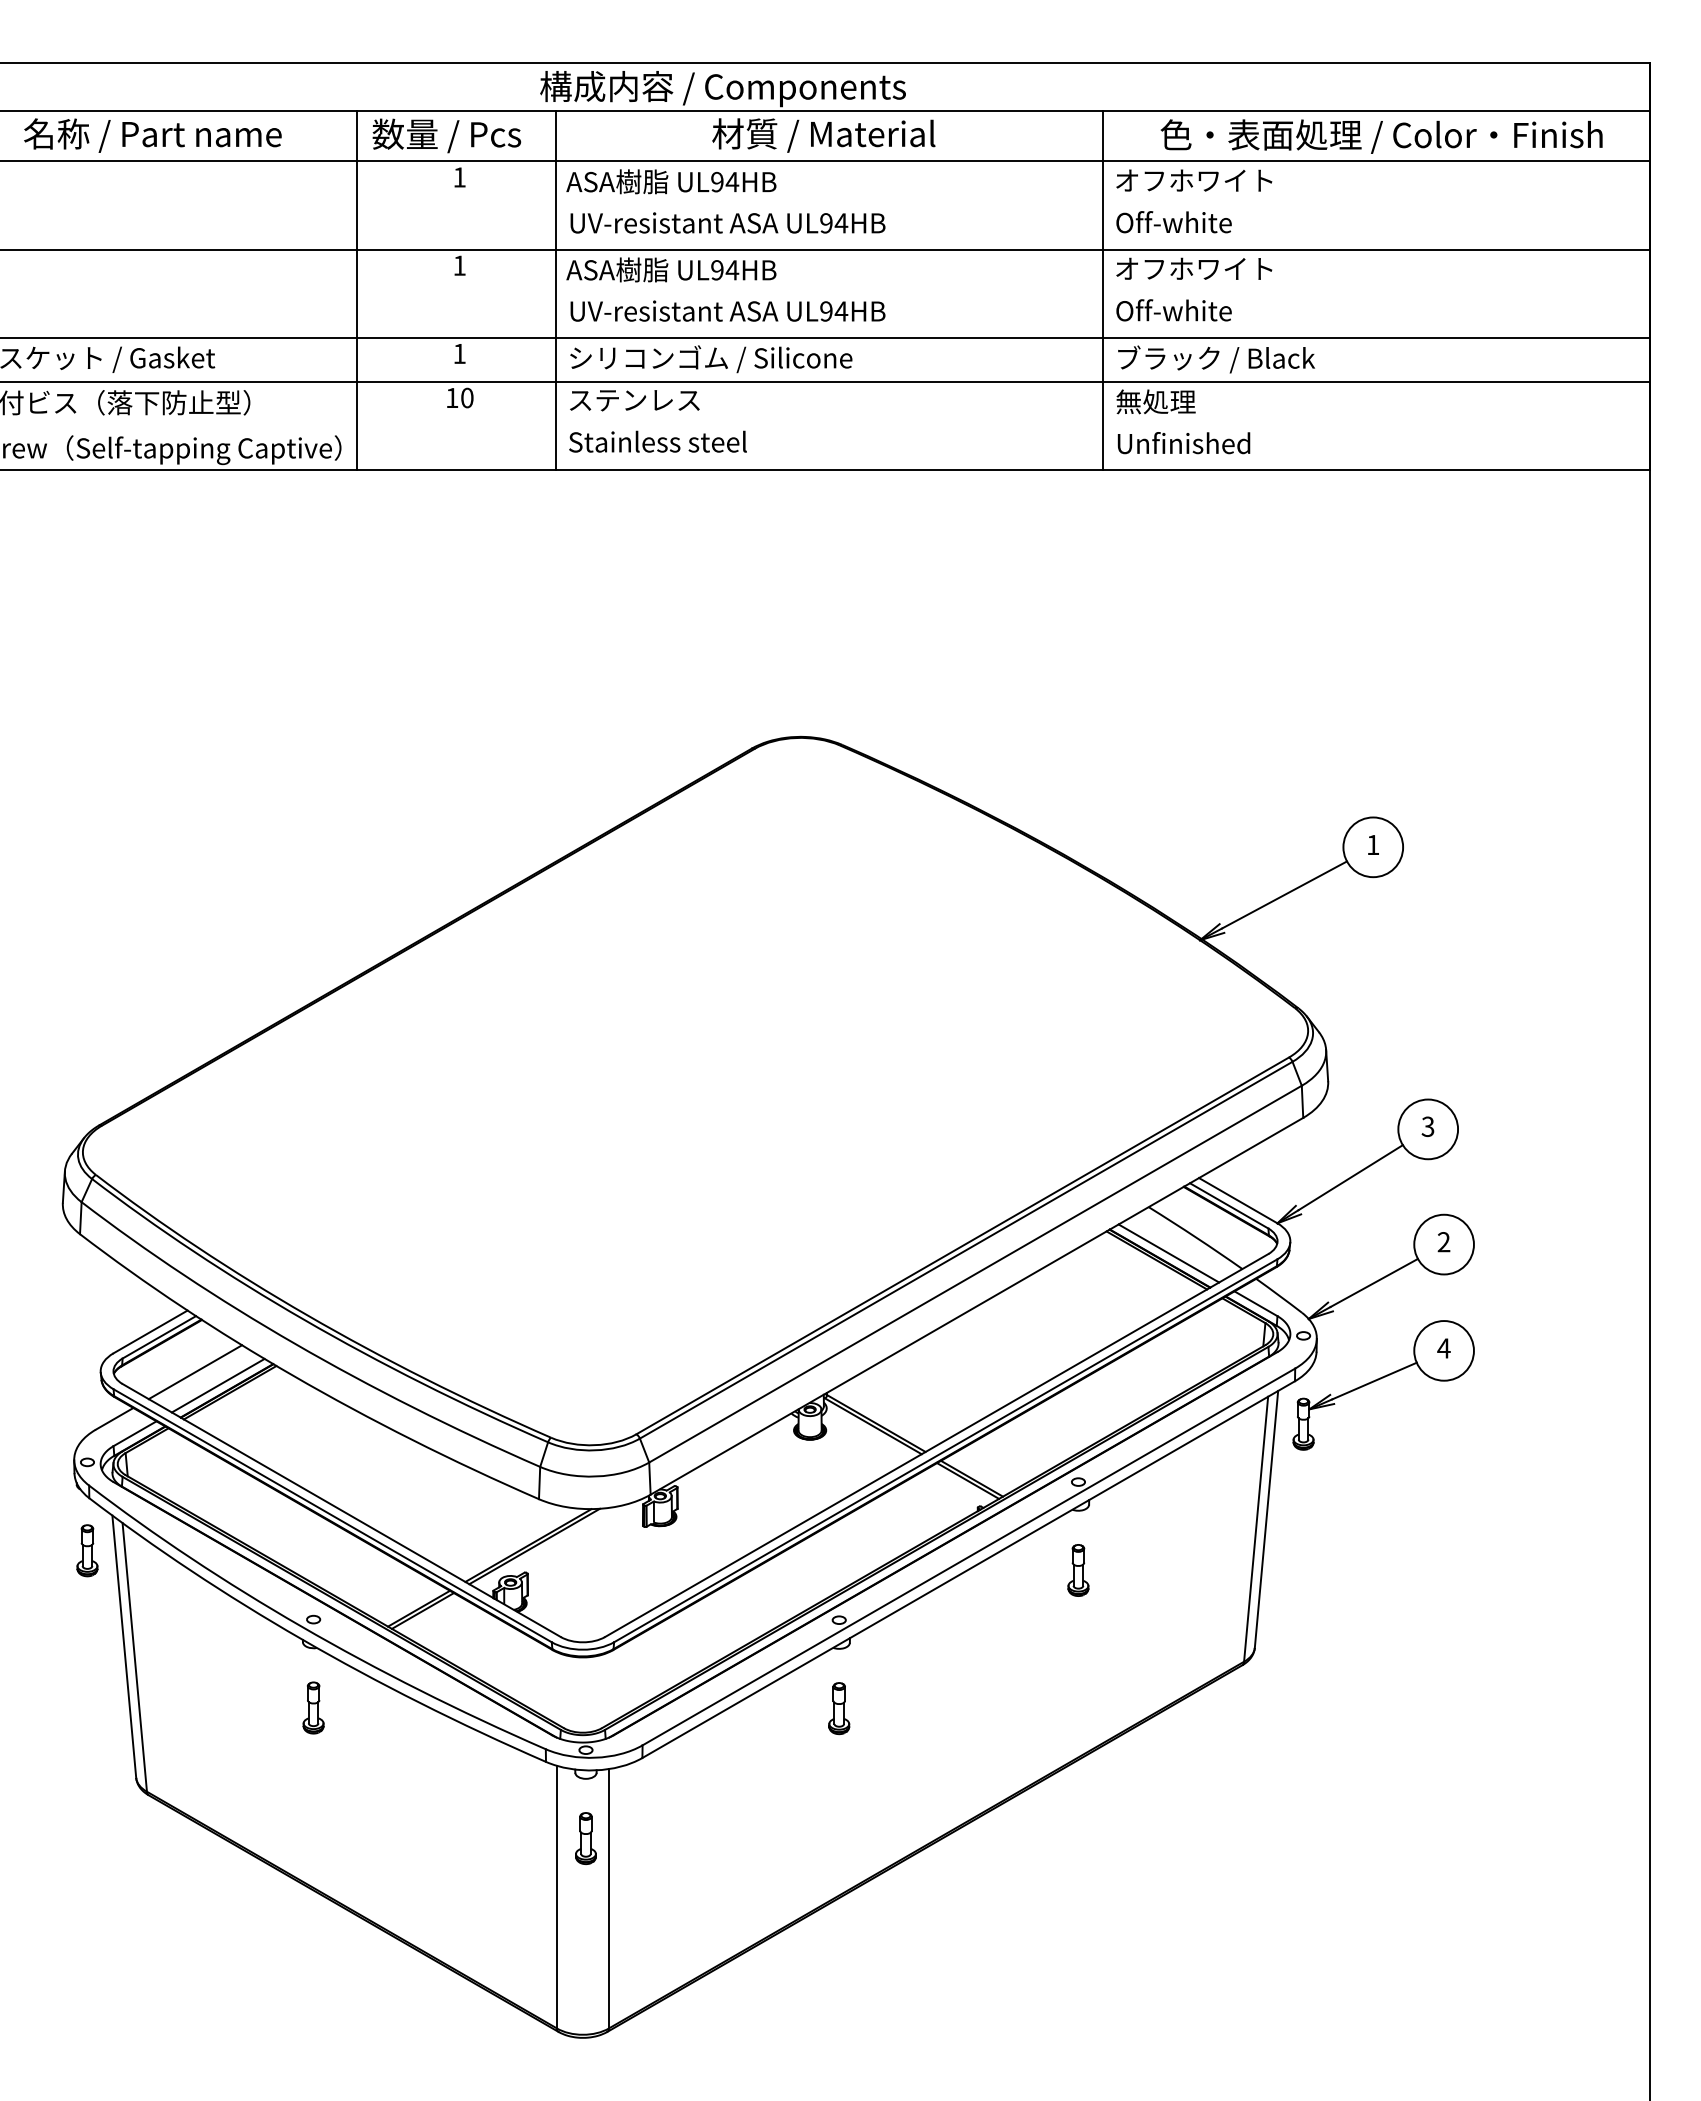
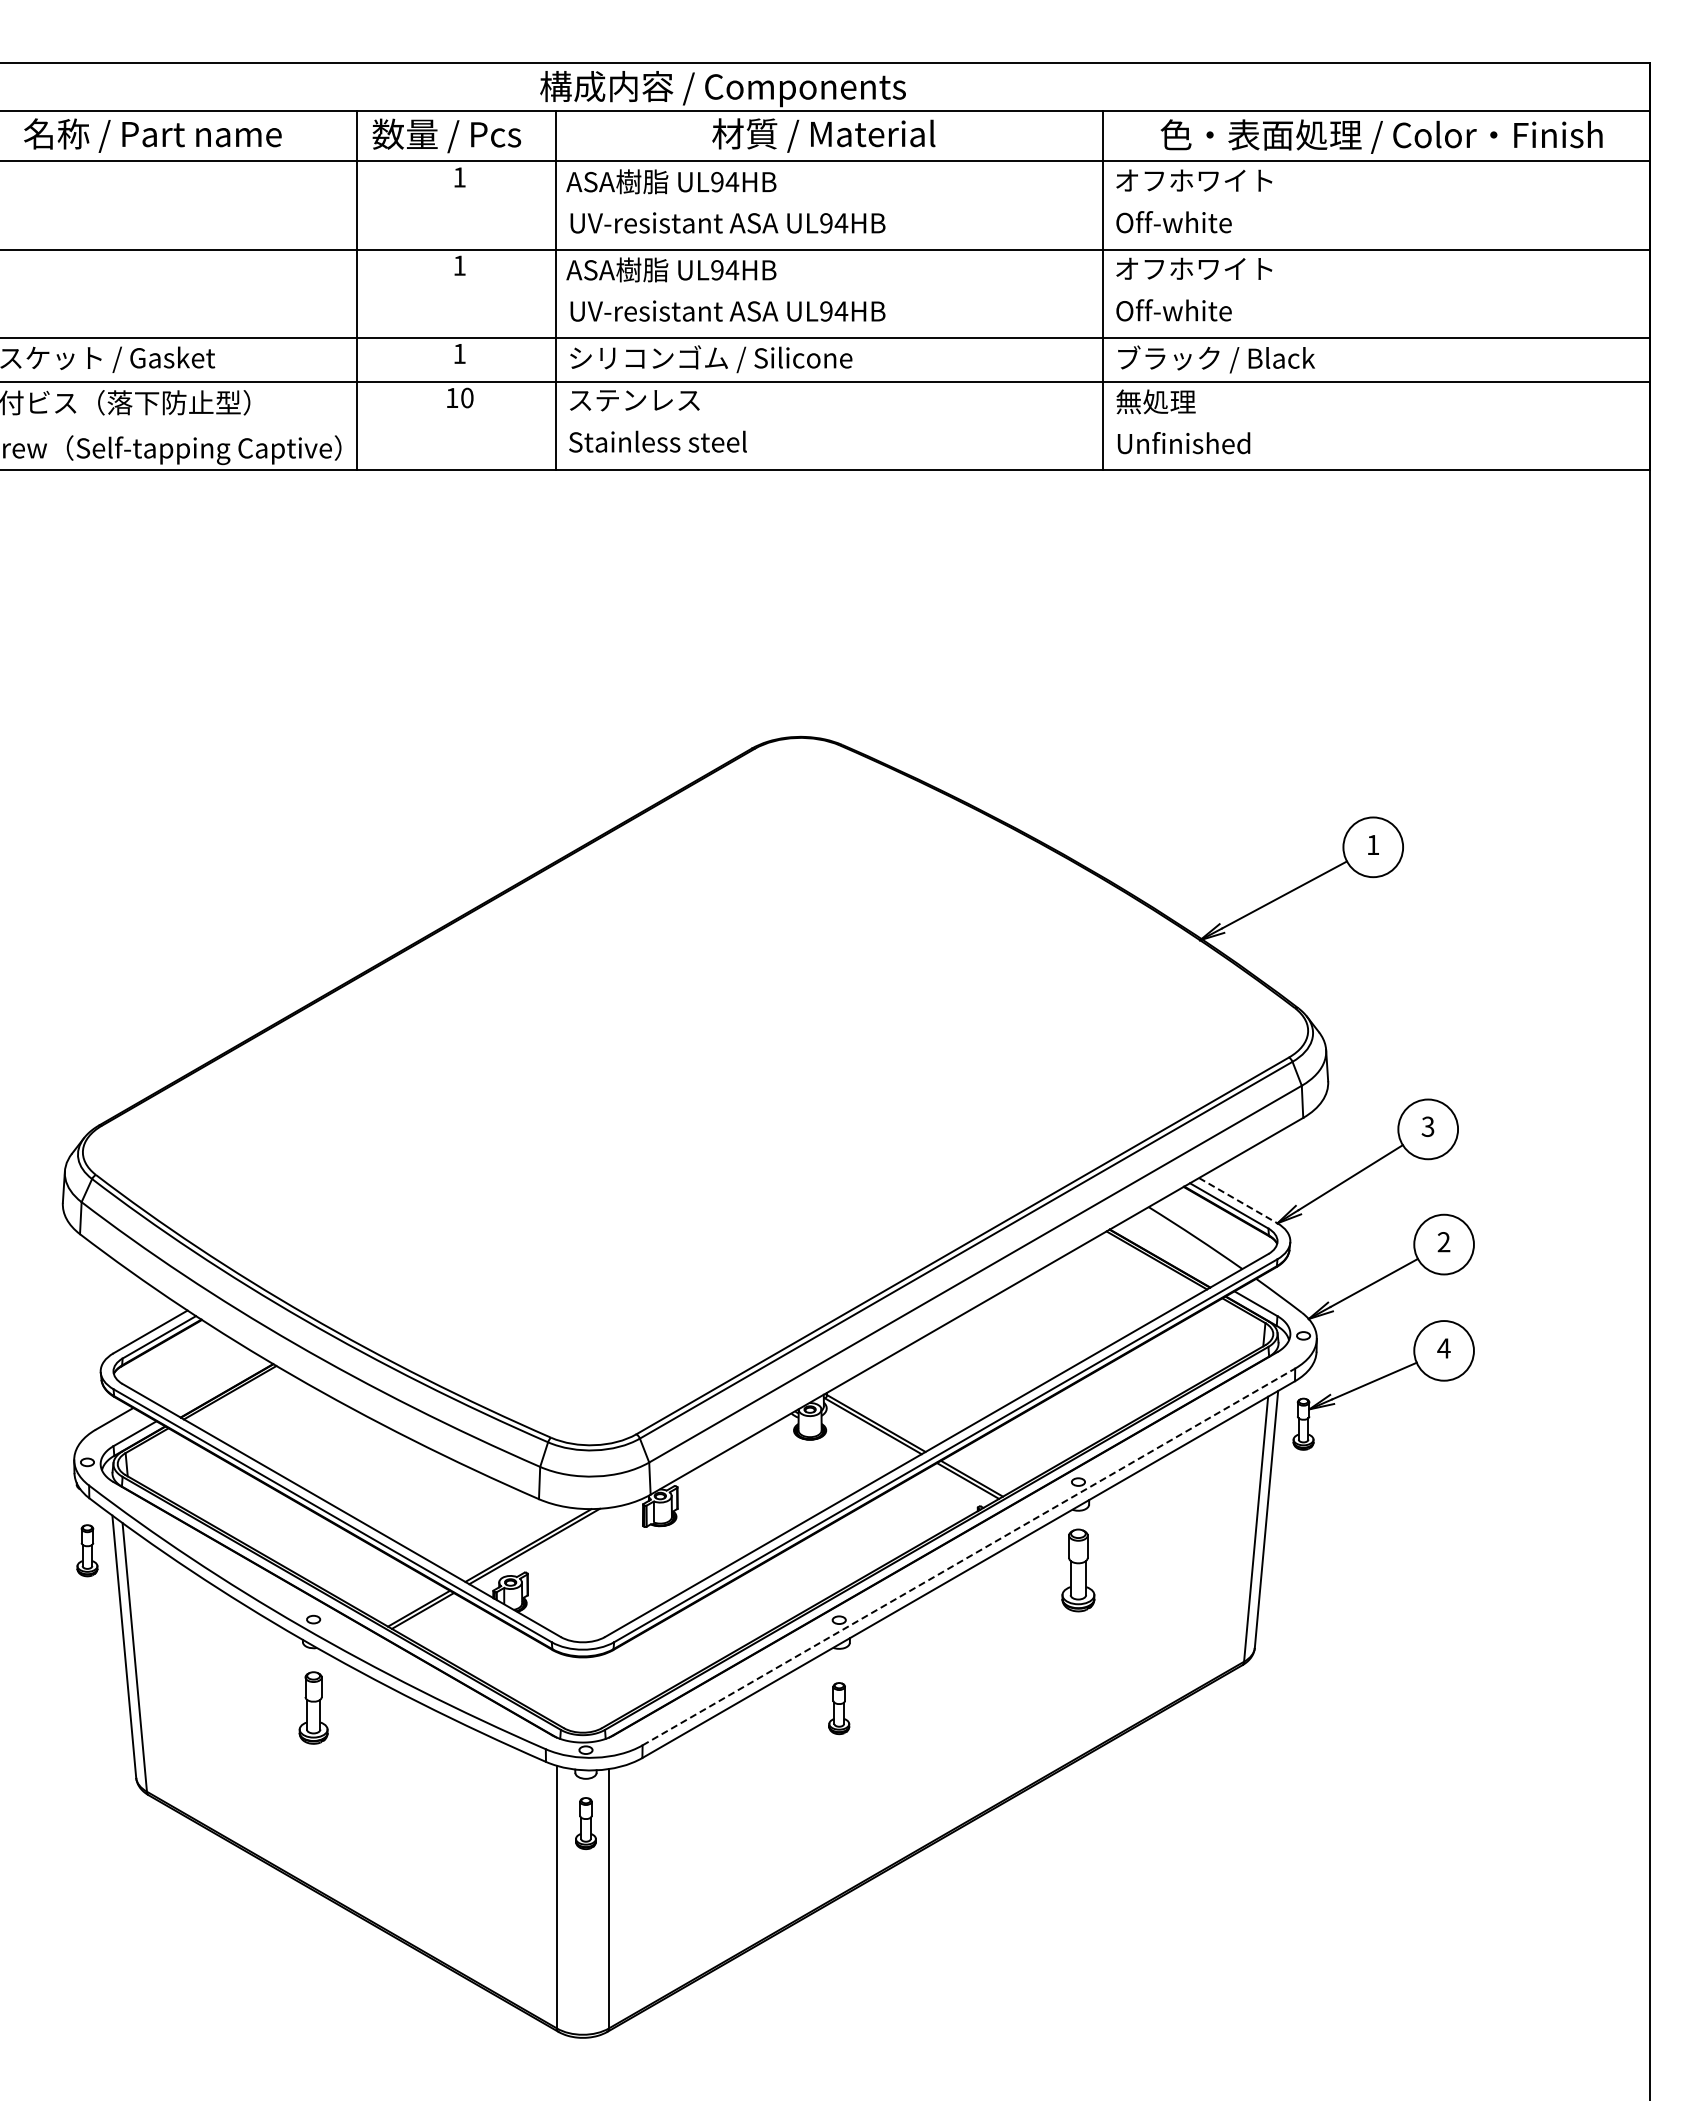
line at (1238, 1200): solid -> dashed
line at (1168, 1253): present -> none
line at (195, 1372): present -> none
line at (217, 1385): present -> none
line at (968, 1556): solid -> dashed
part at (1078, 1570) size: 23x53 px -> 35x85 px
part at (313, 1707) size: 23x54 px -> 31x74 px
part at (585, 1838) position: (585, 1838) -> (585, 1823)
